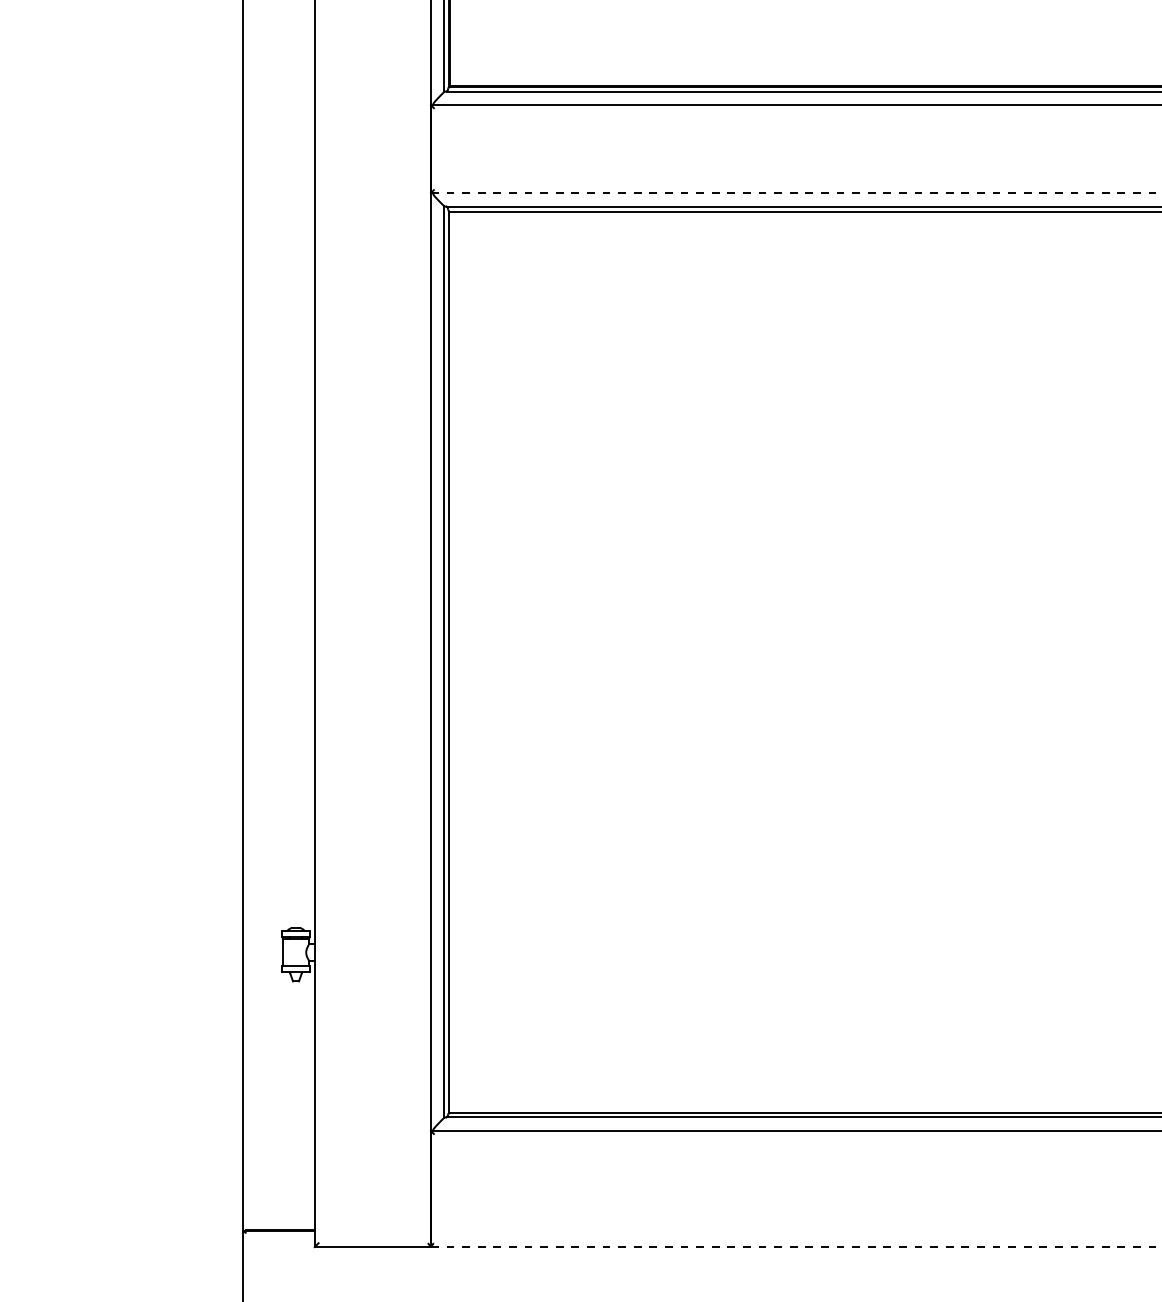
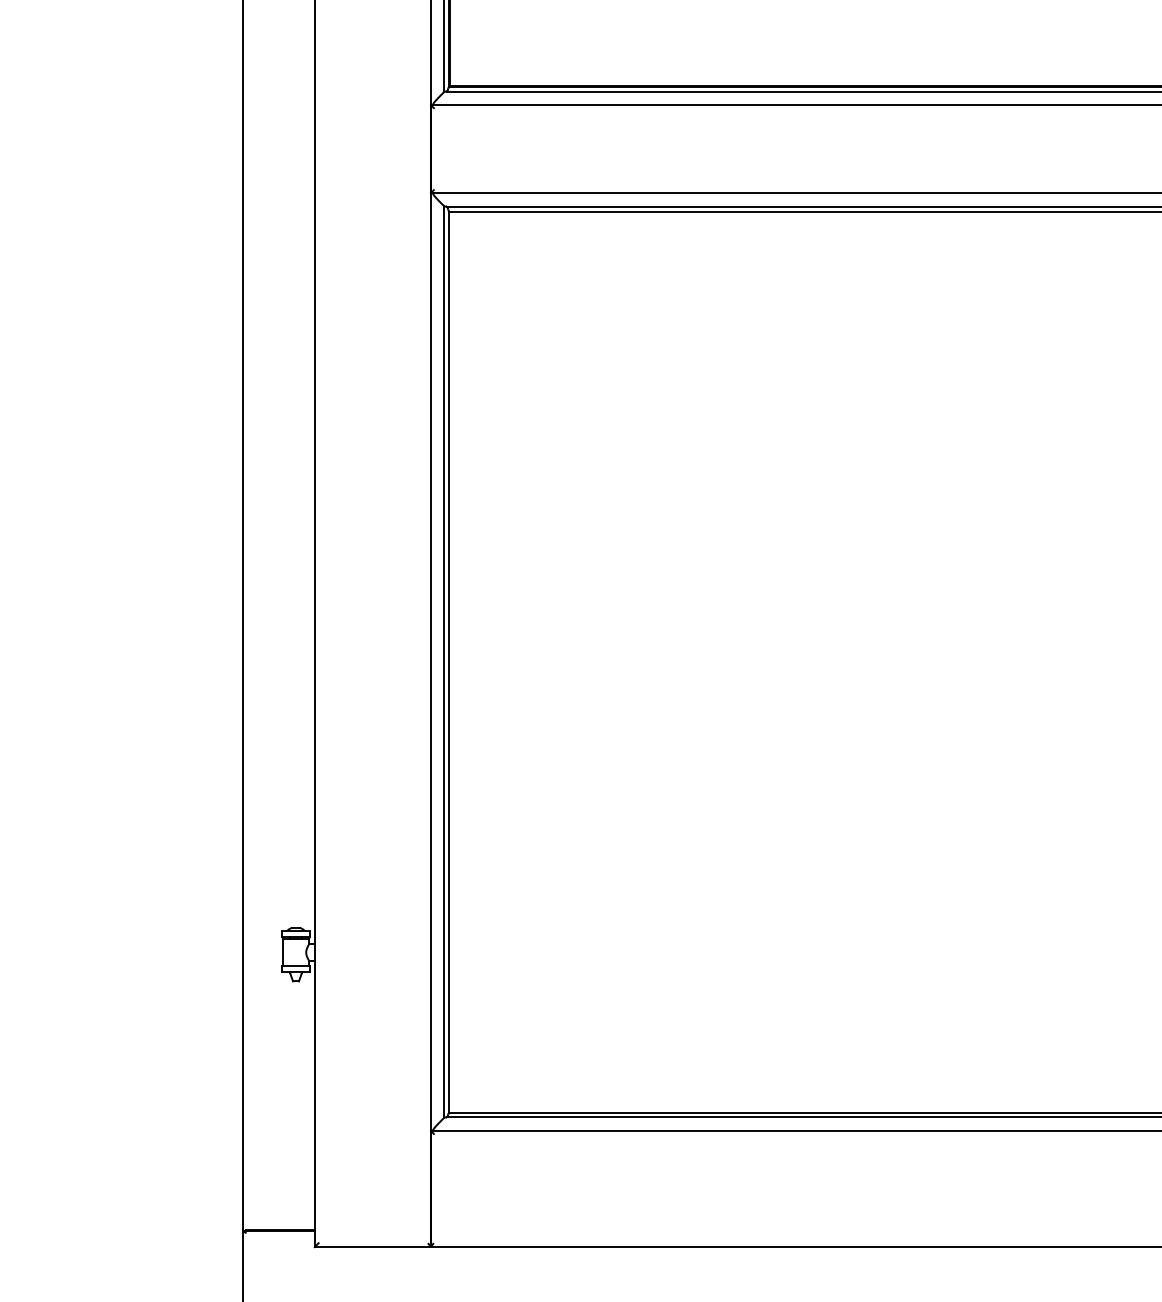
line at (796, 192): dashed -> solid
line at (796, 1247): dashed -> solid
